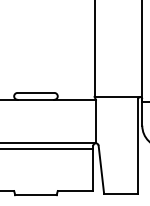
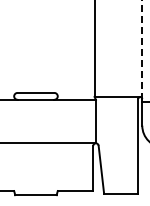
line at (142, 49): solid -> dashed
line at (47, 148): present -> none
